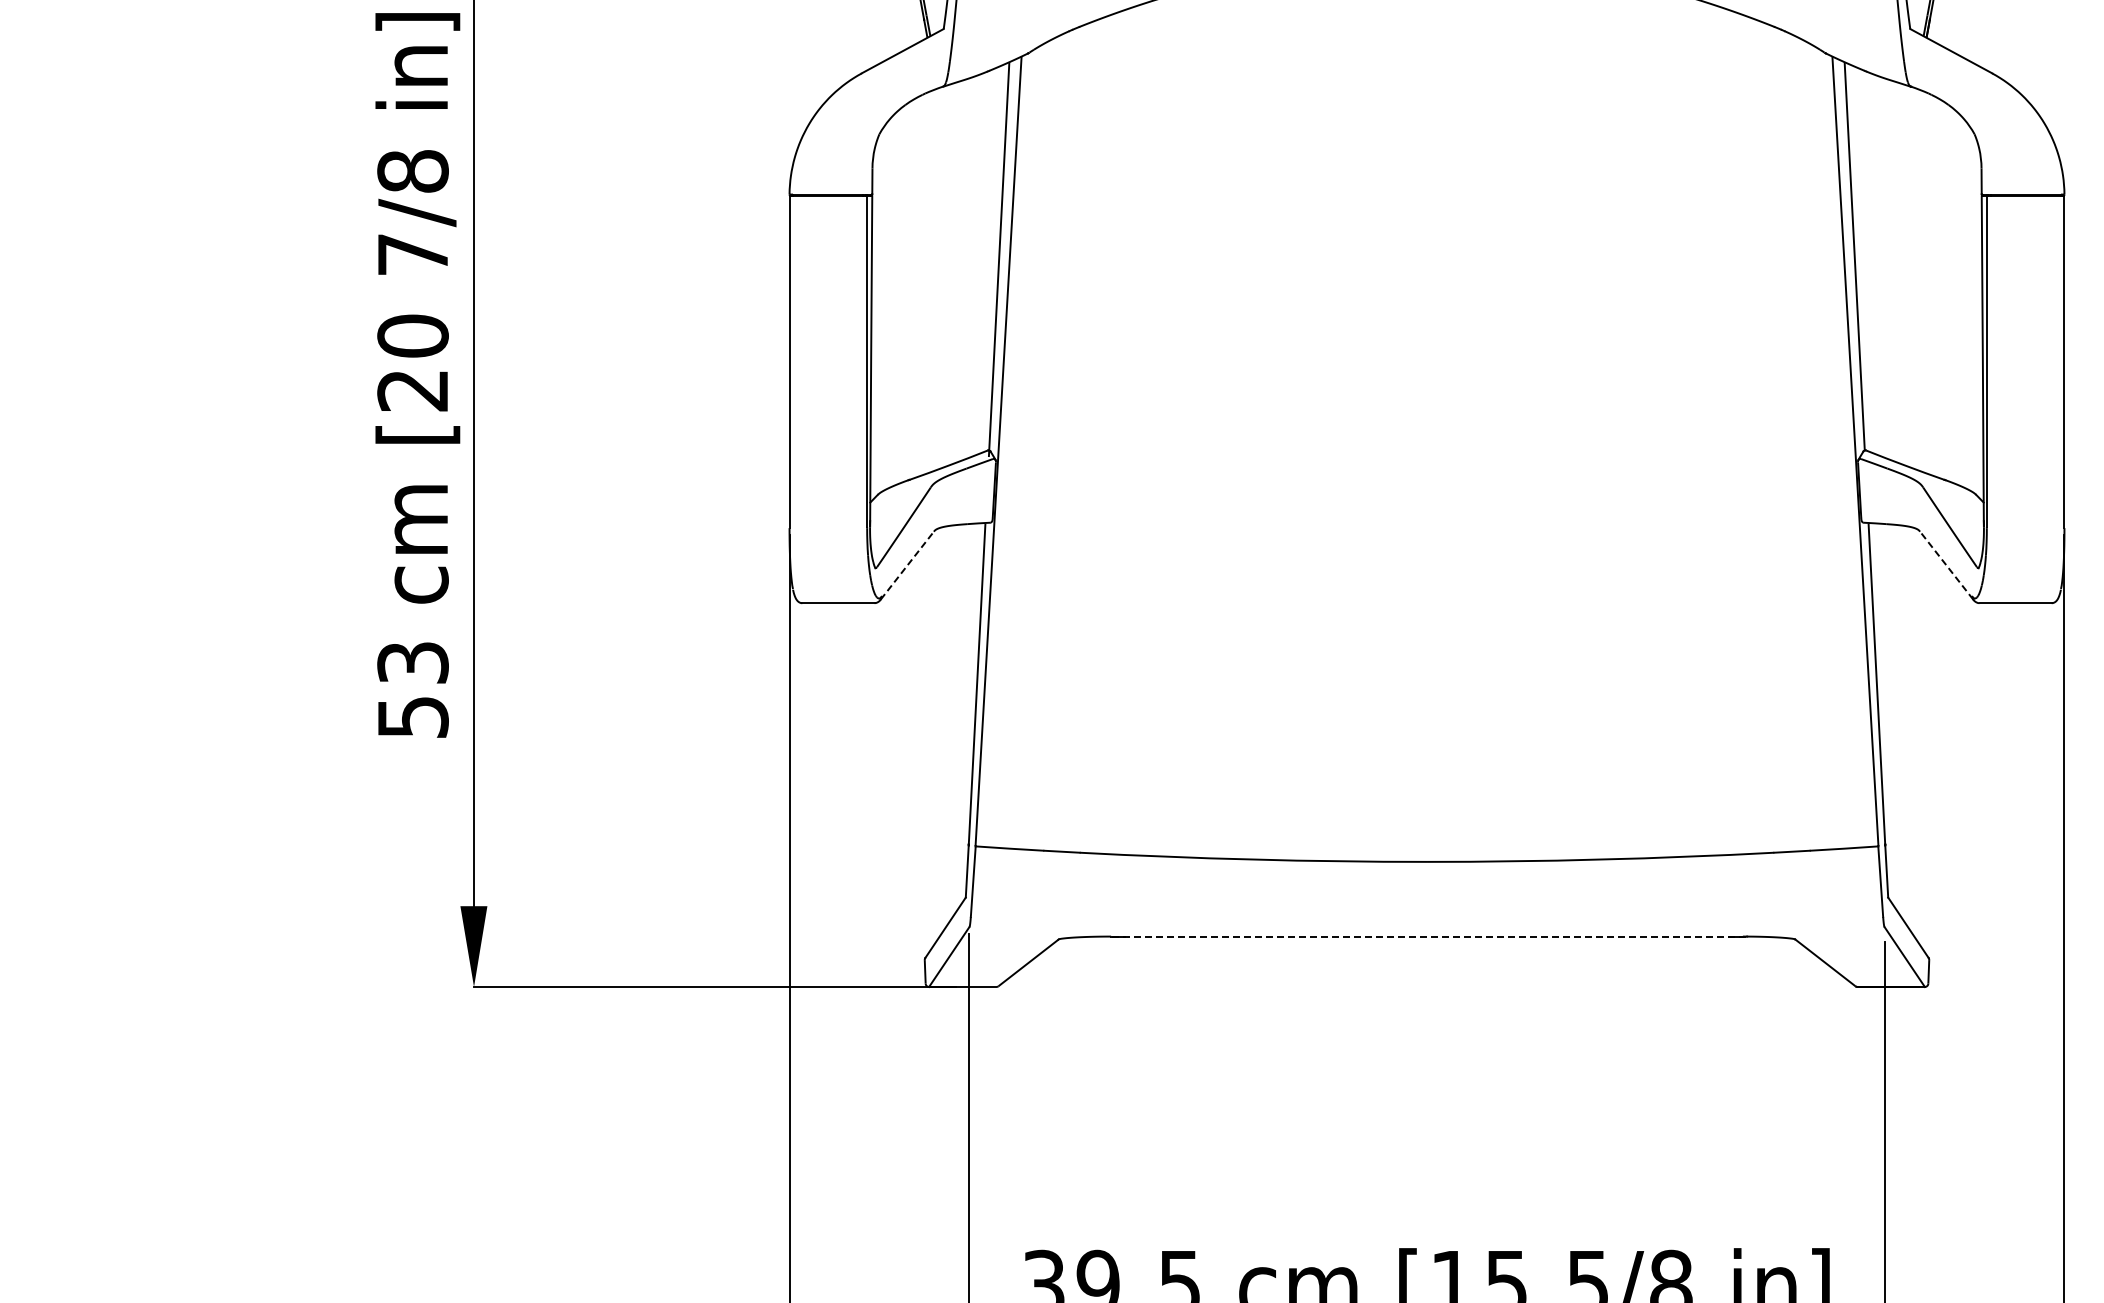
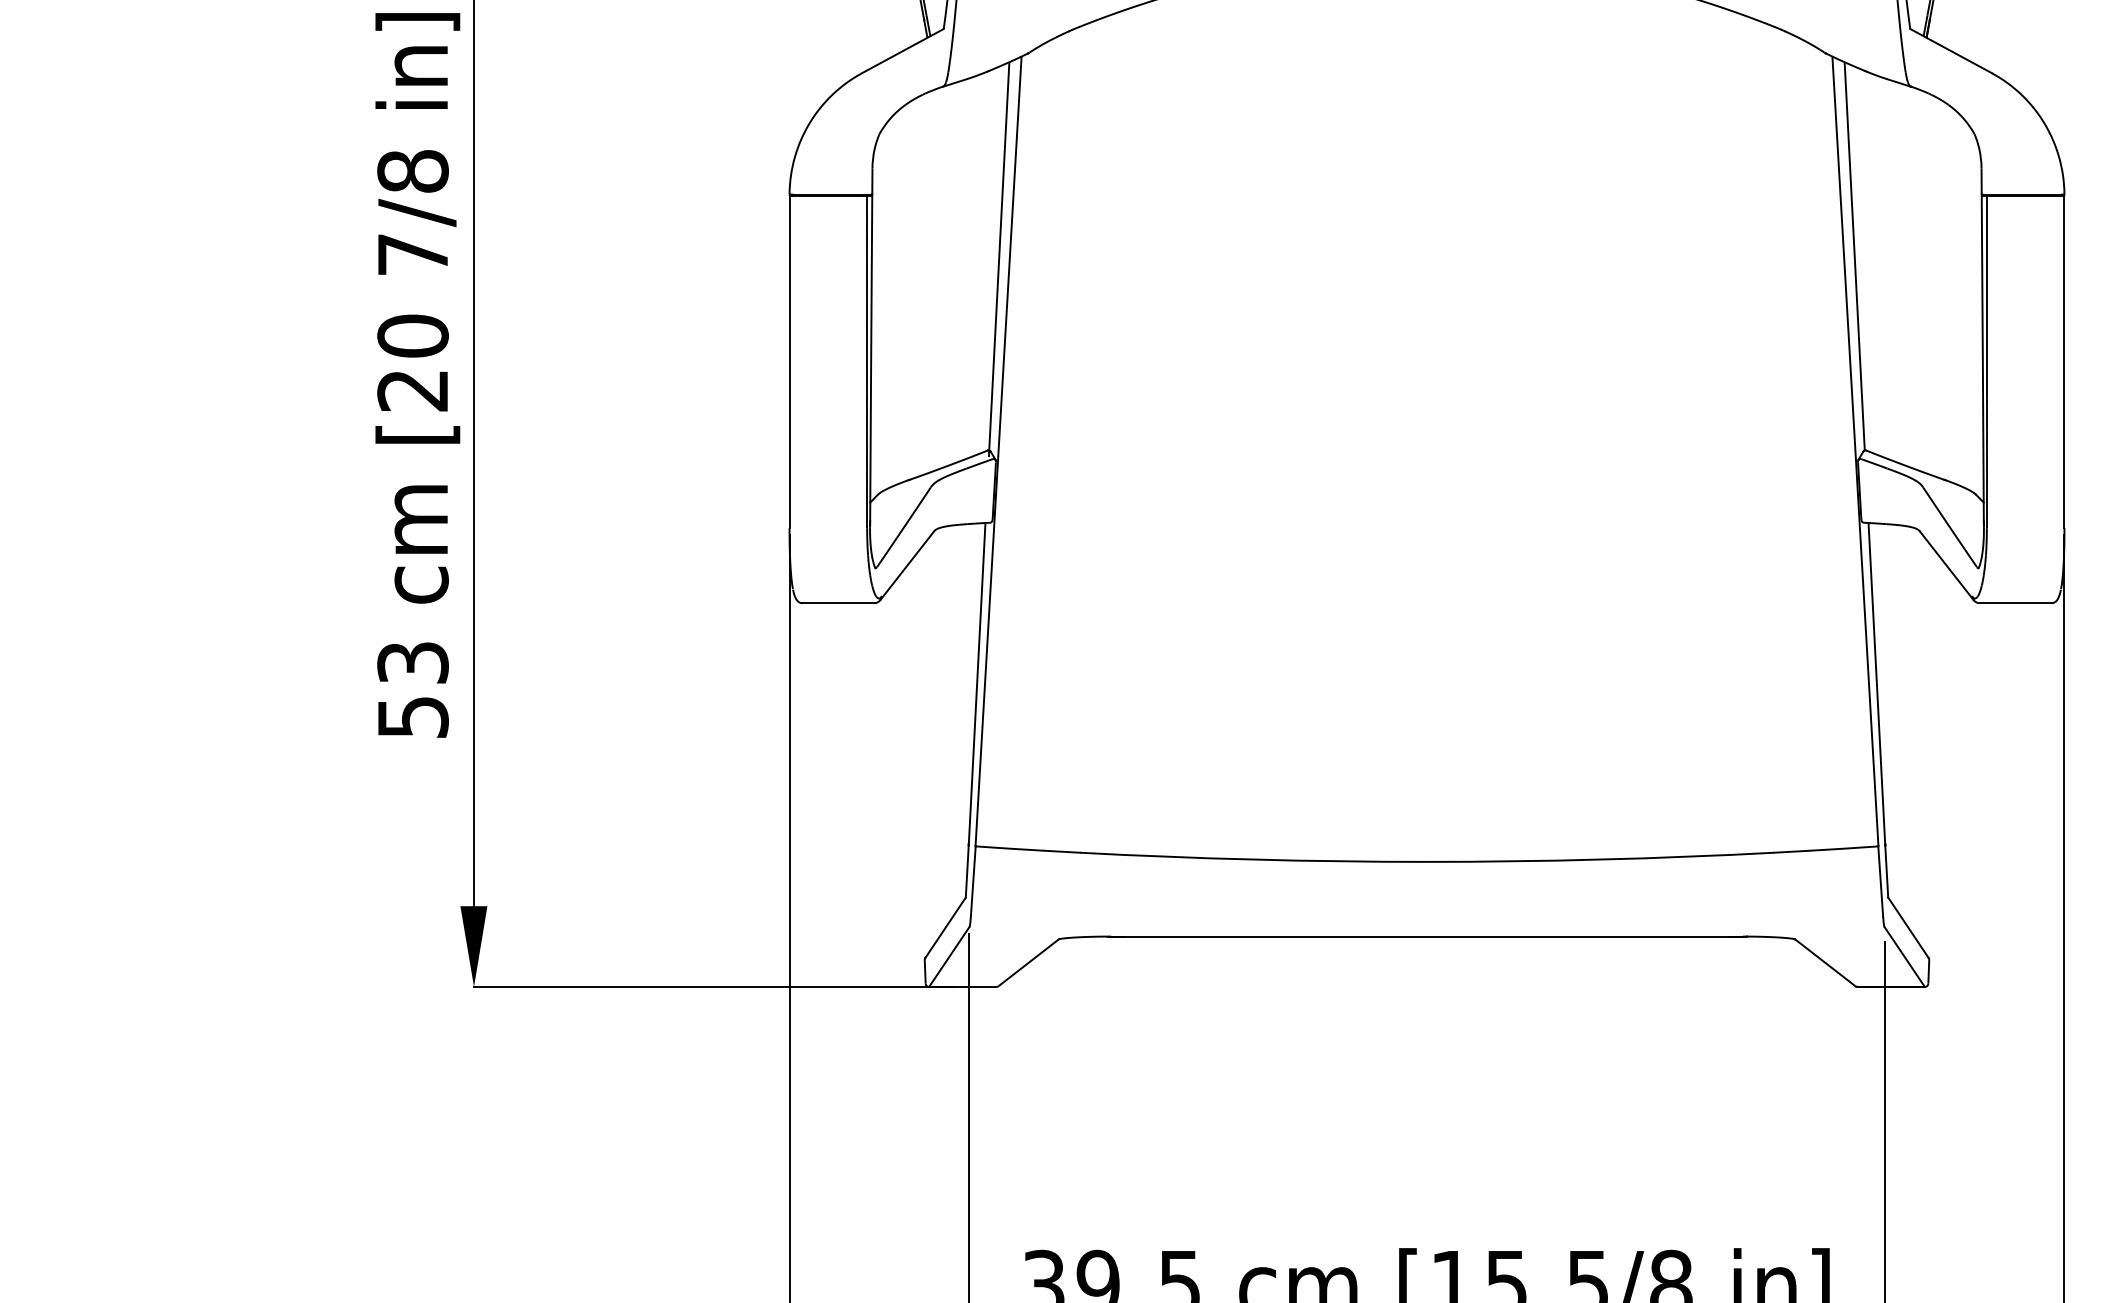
line at (907, 565): dashed -> solid
line at (1946, 565): dashed -> solid
line at (1426, 936): dashed -> solid
